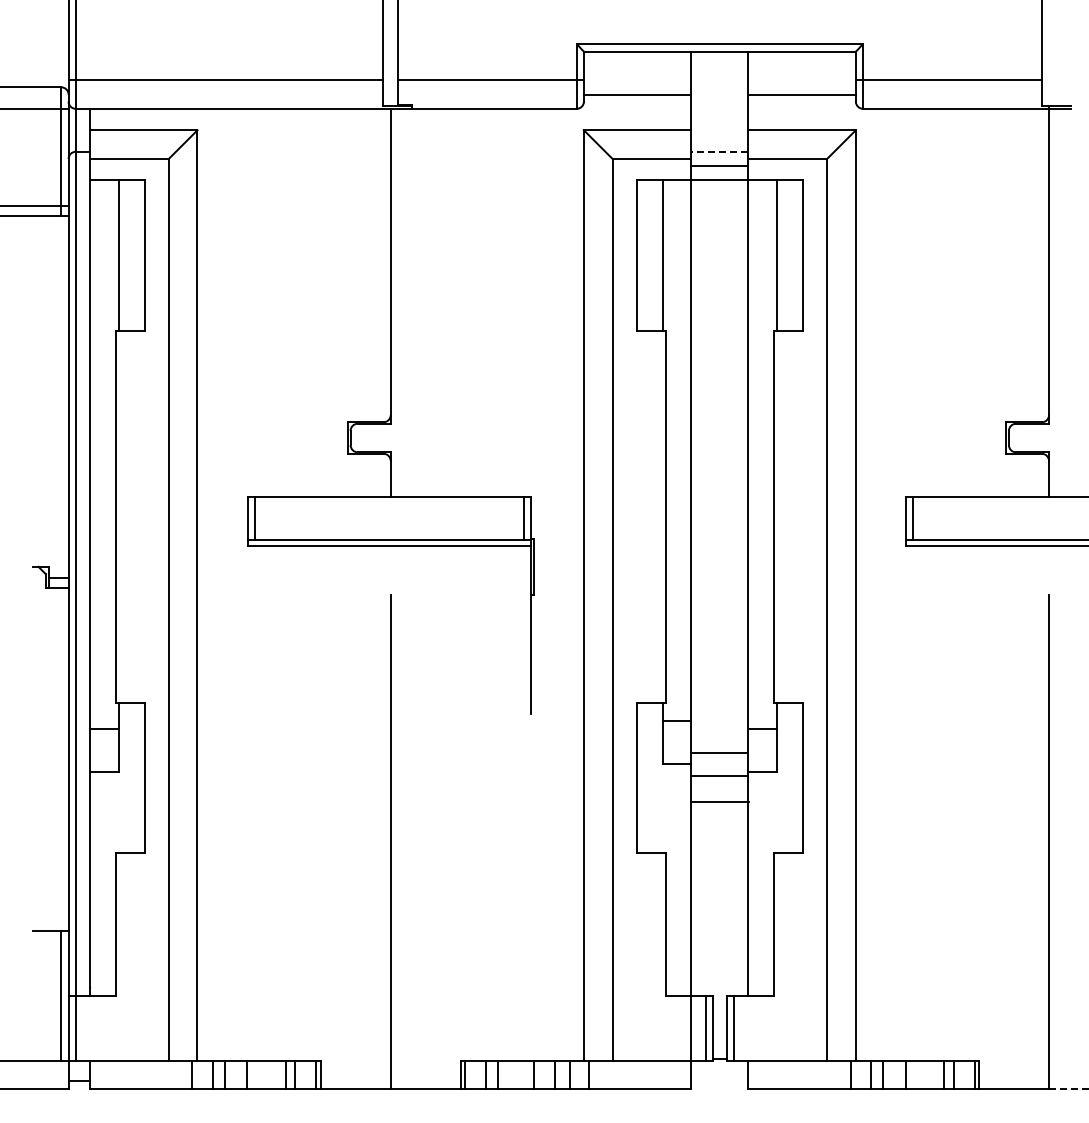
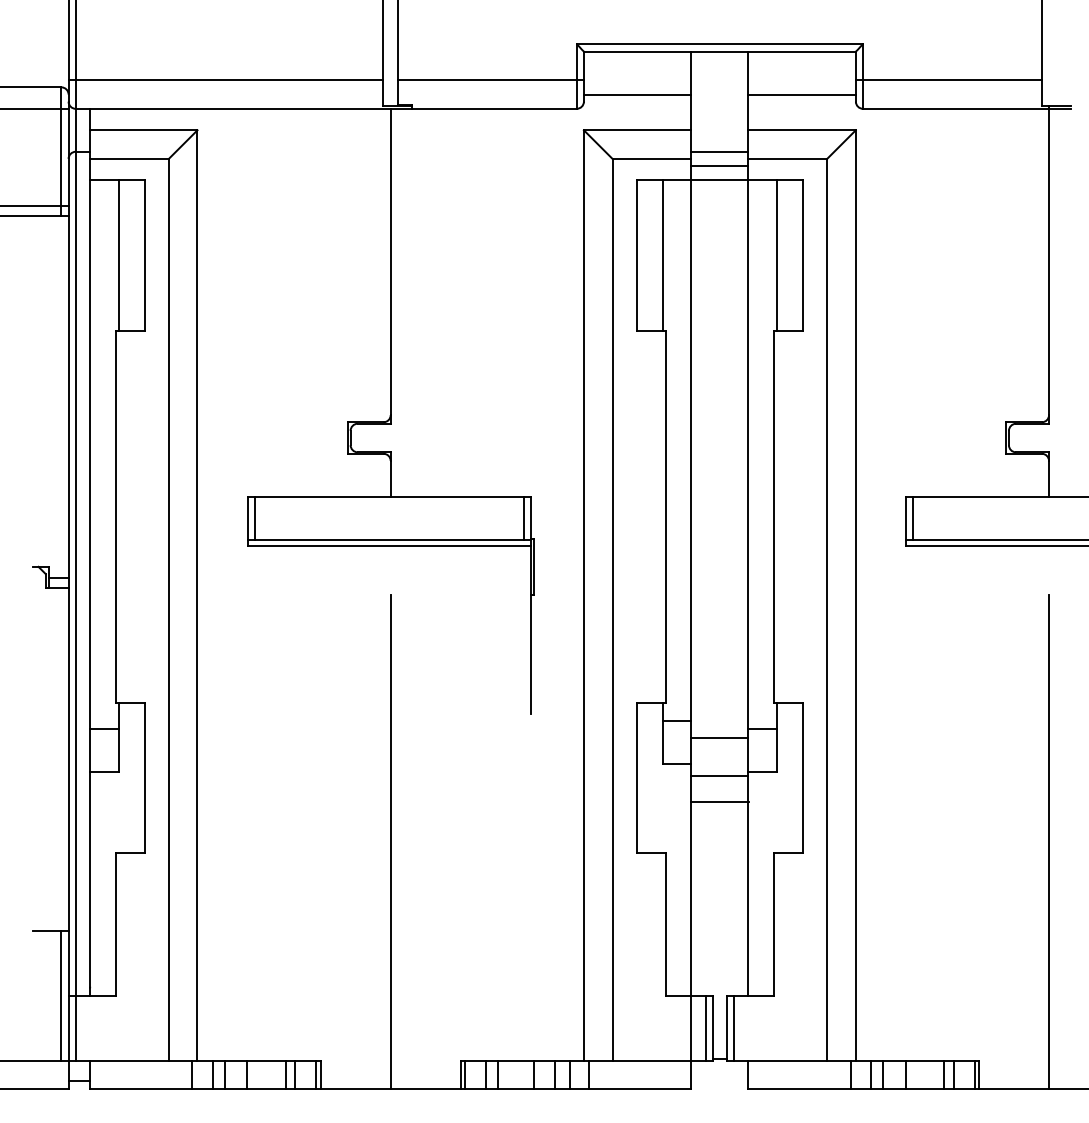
line at (719, 151): dashed -> solid
line at (719, 752) position: (719, 752) -> (719, 737)
line at (1068, 1089): dashed -> solid
